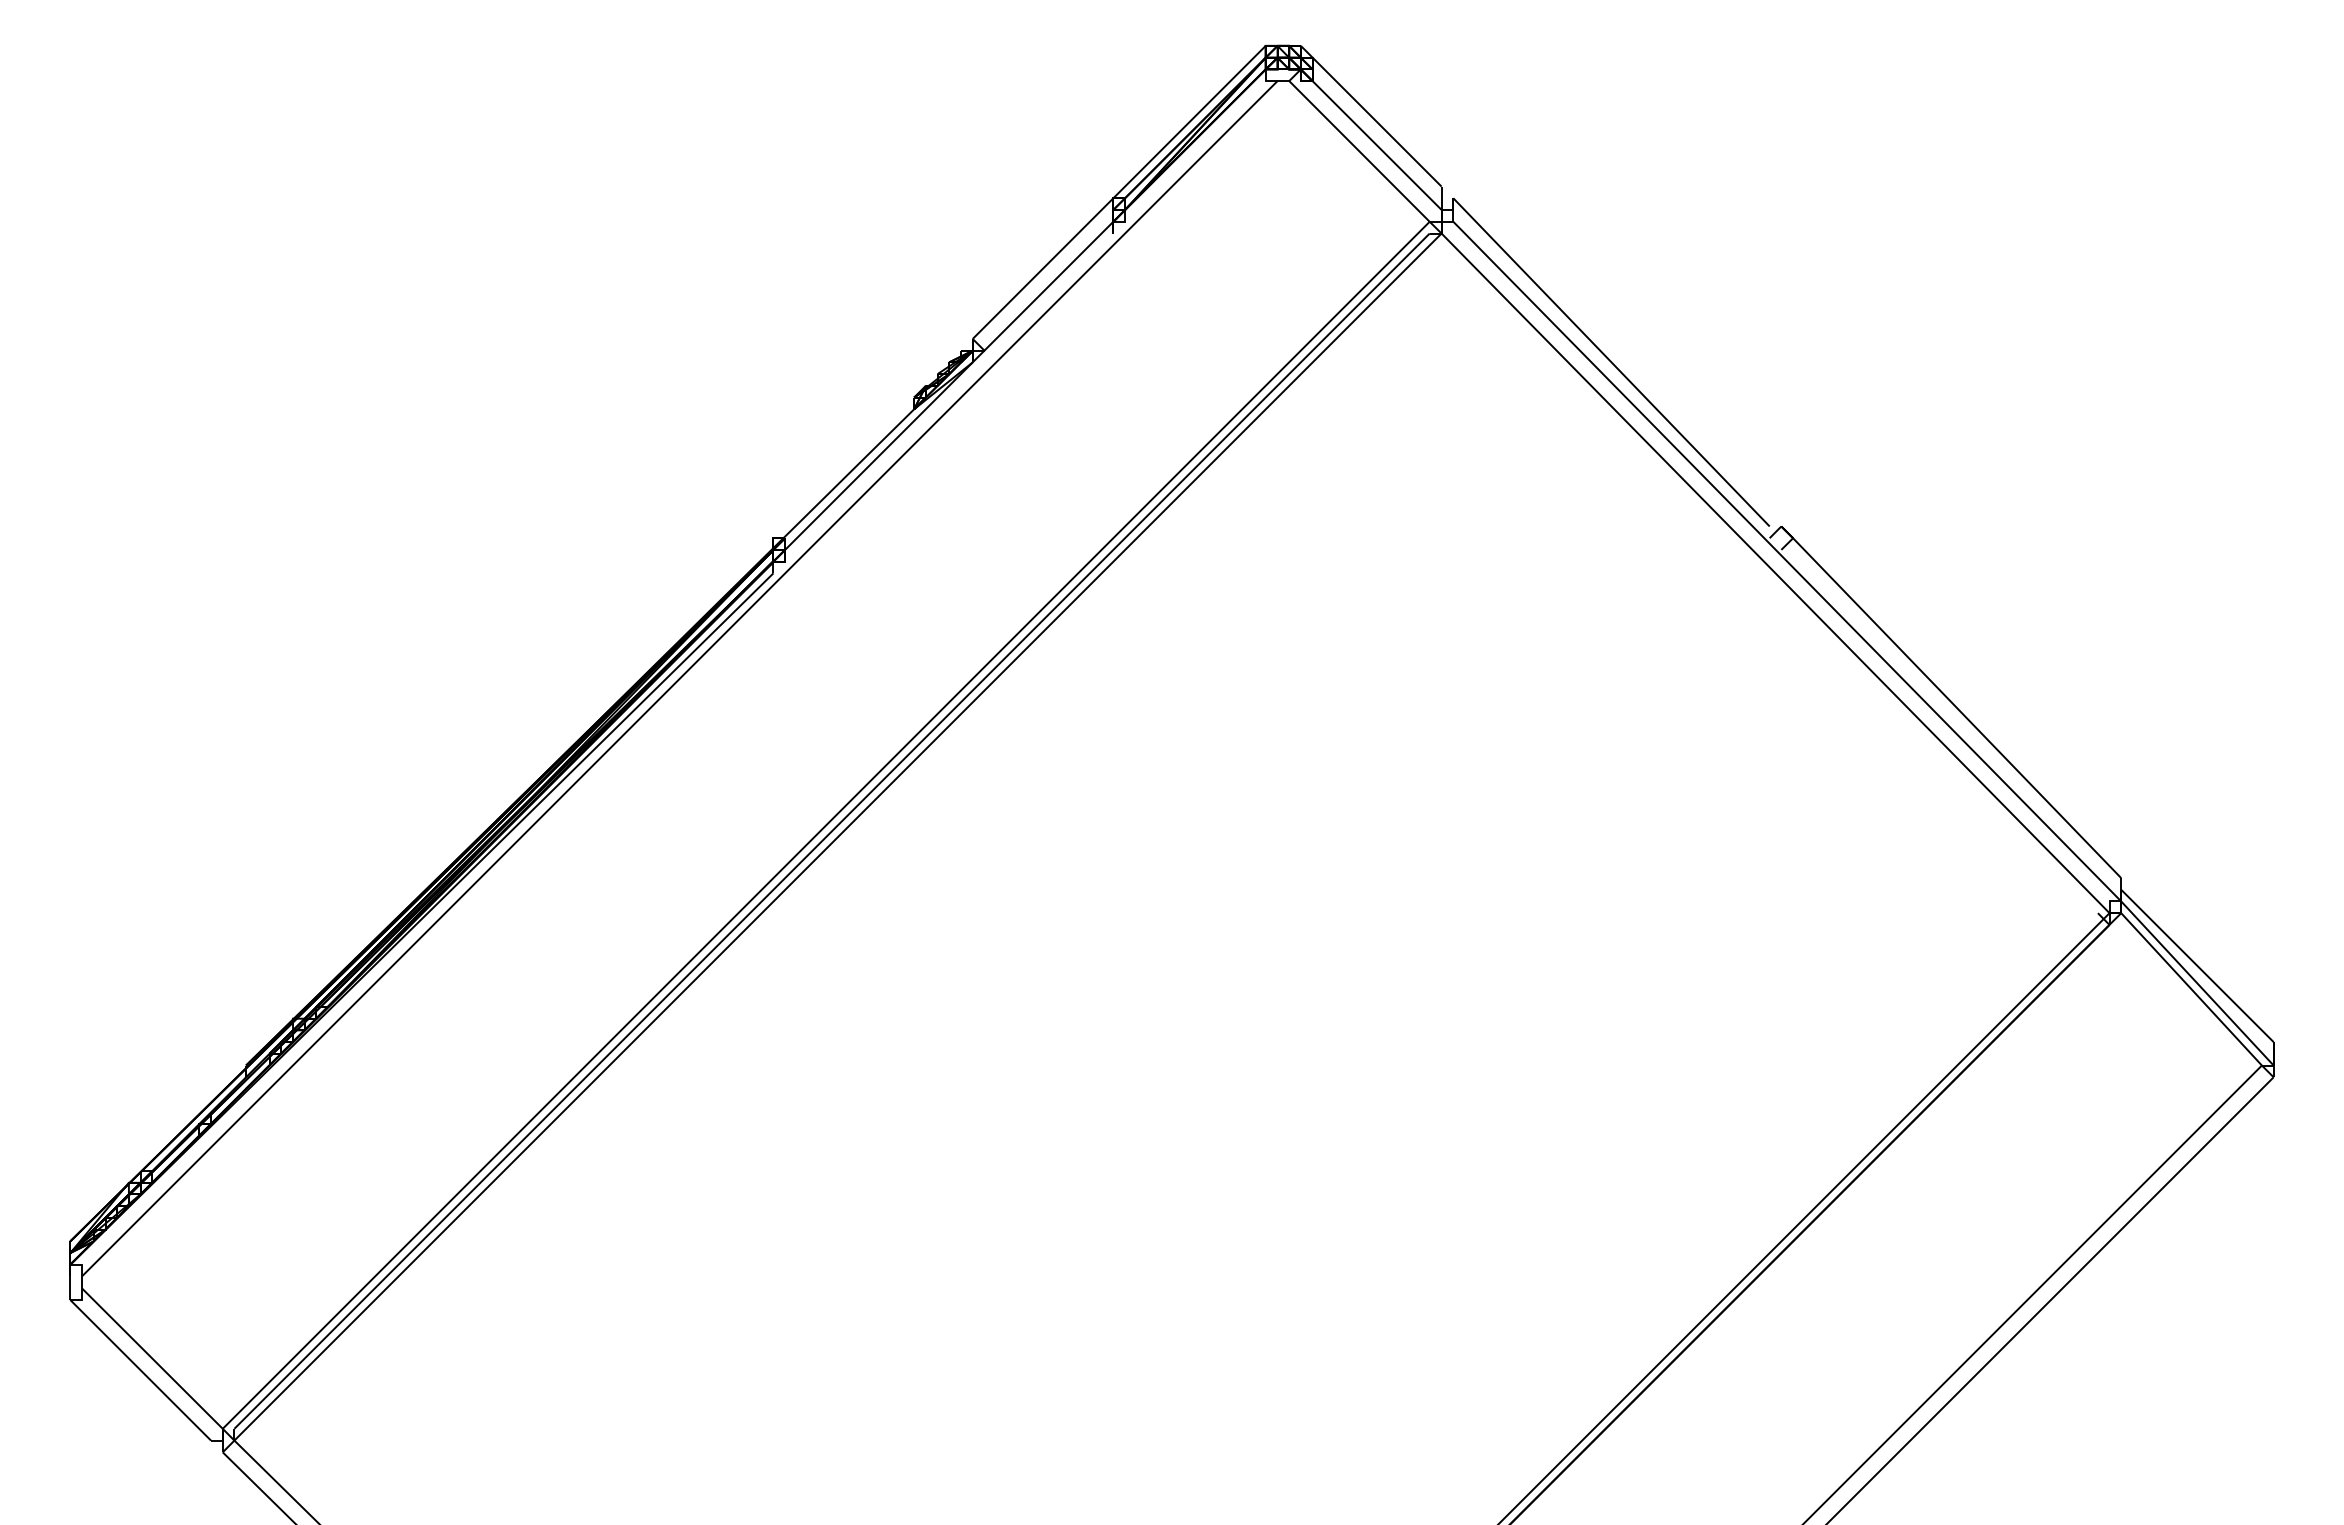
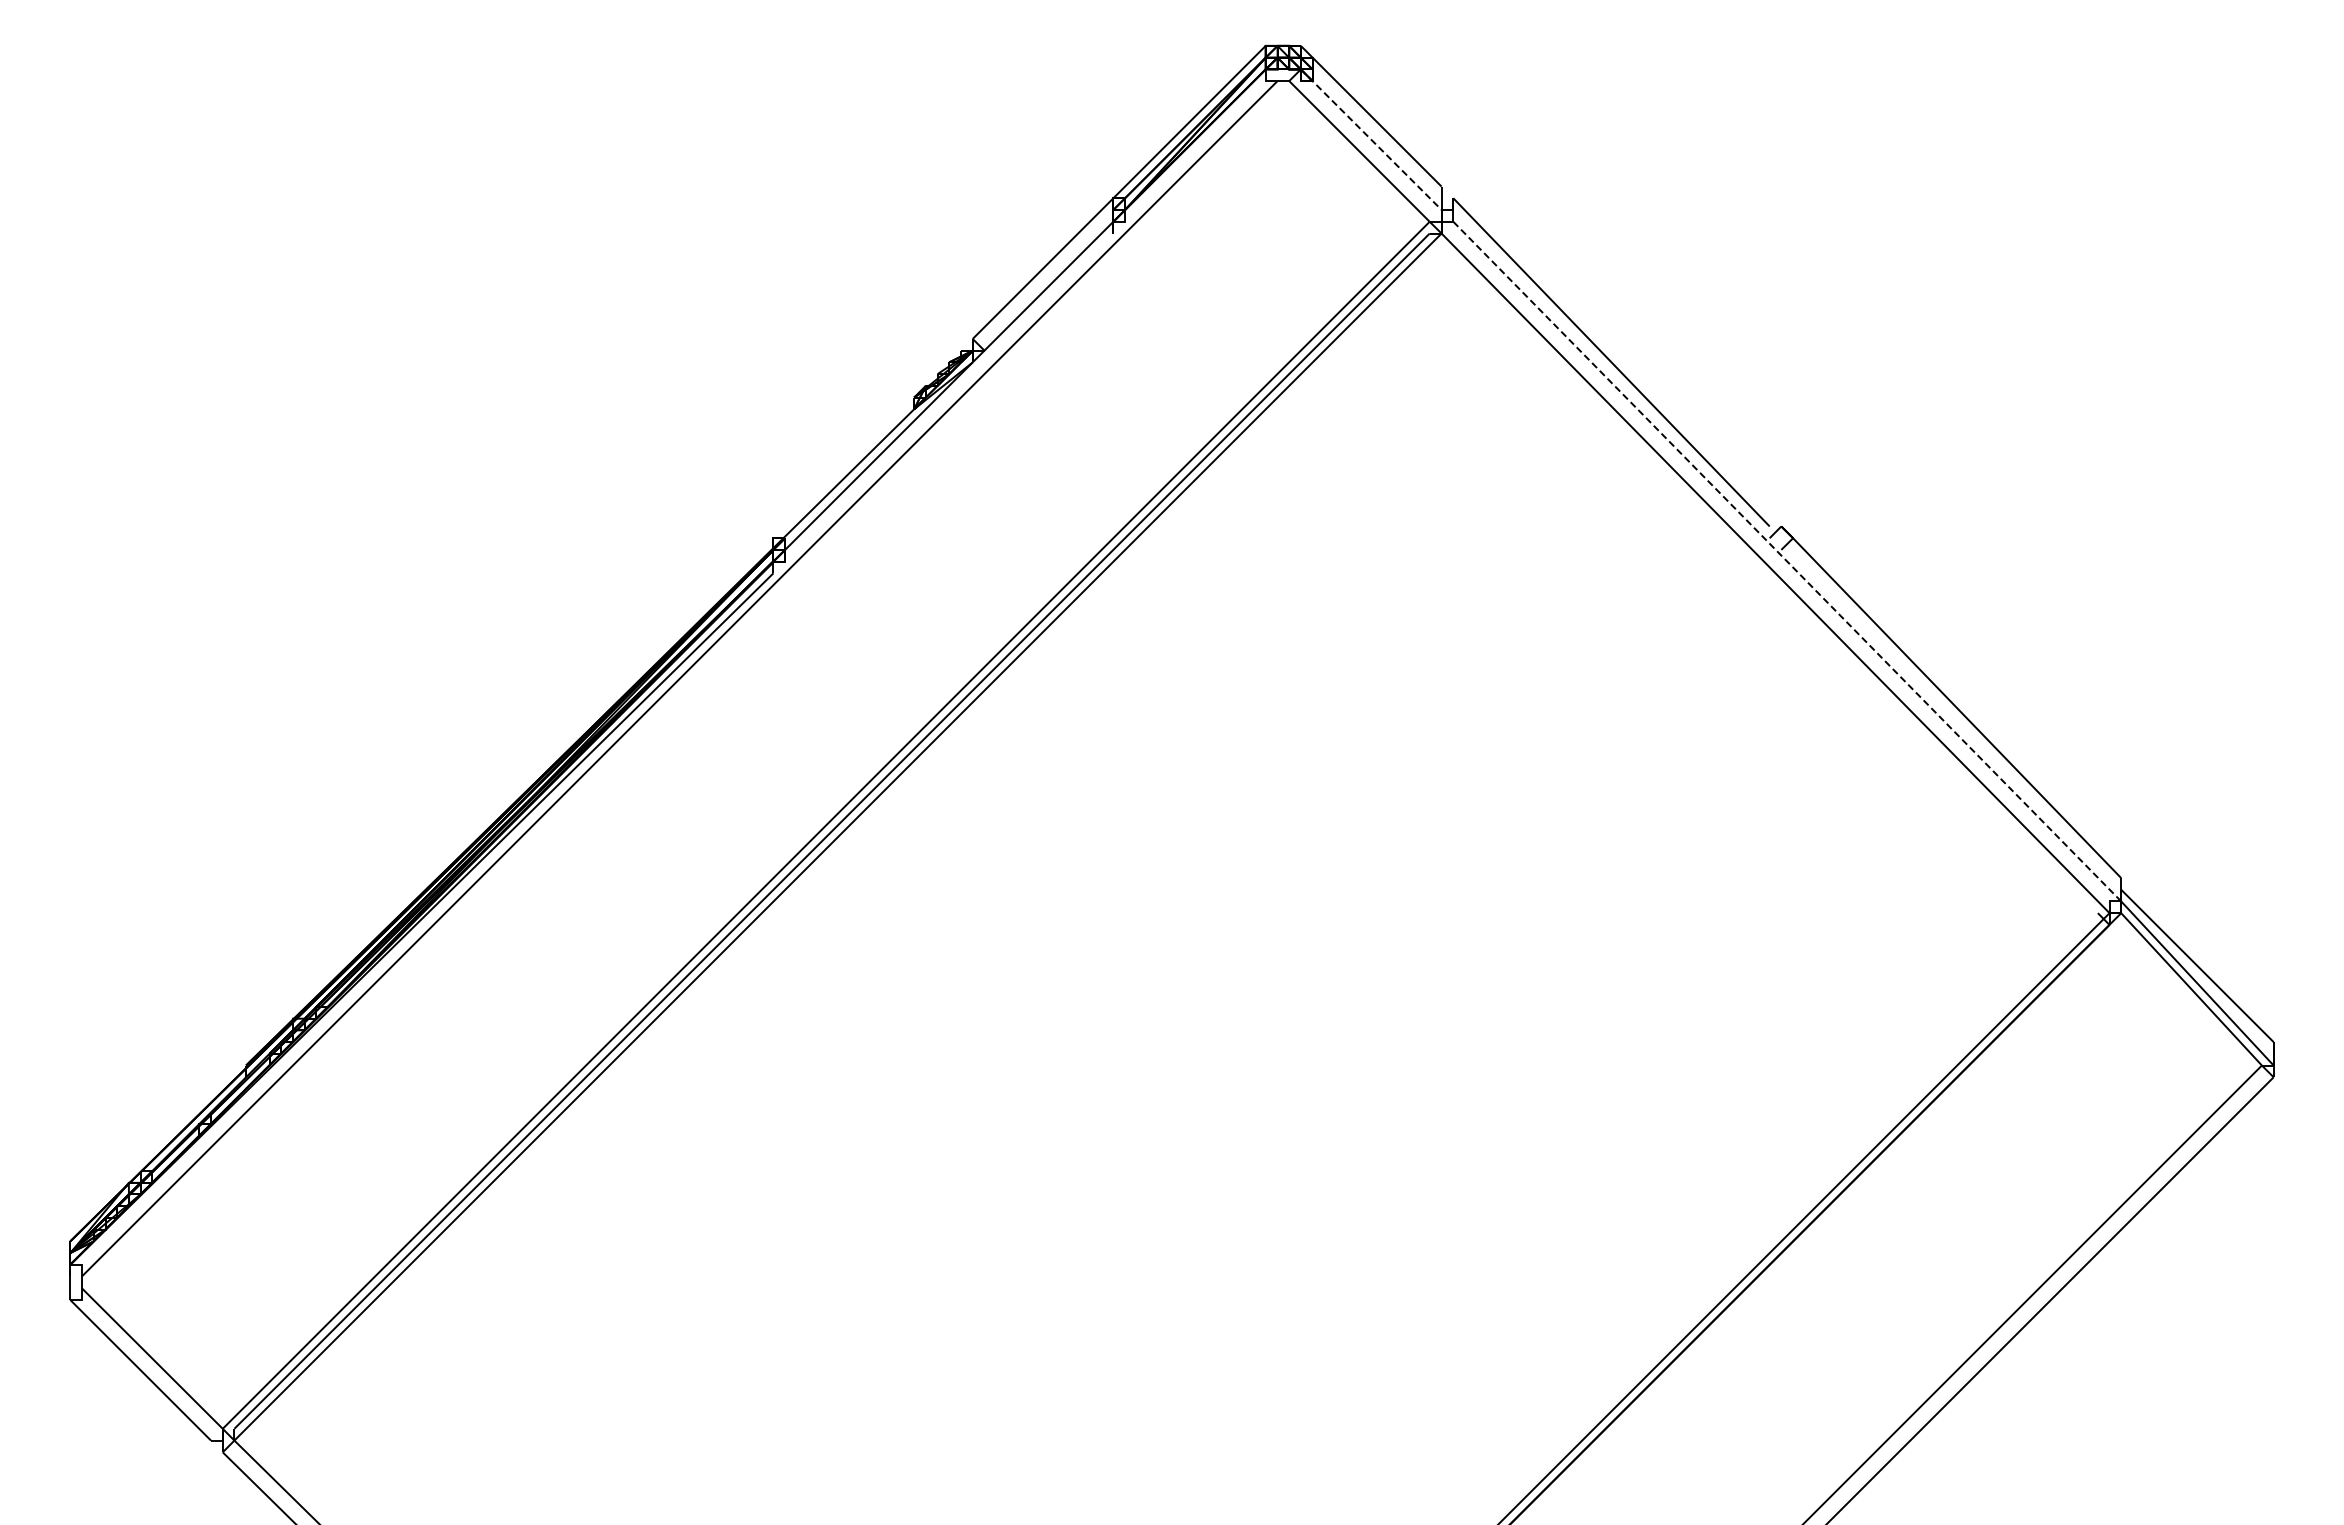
line at (1371, 140): solid -> dashed
line at (1787, 561): solid -> dashed
